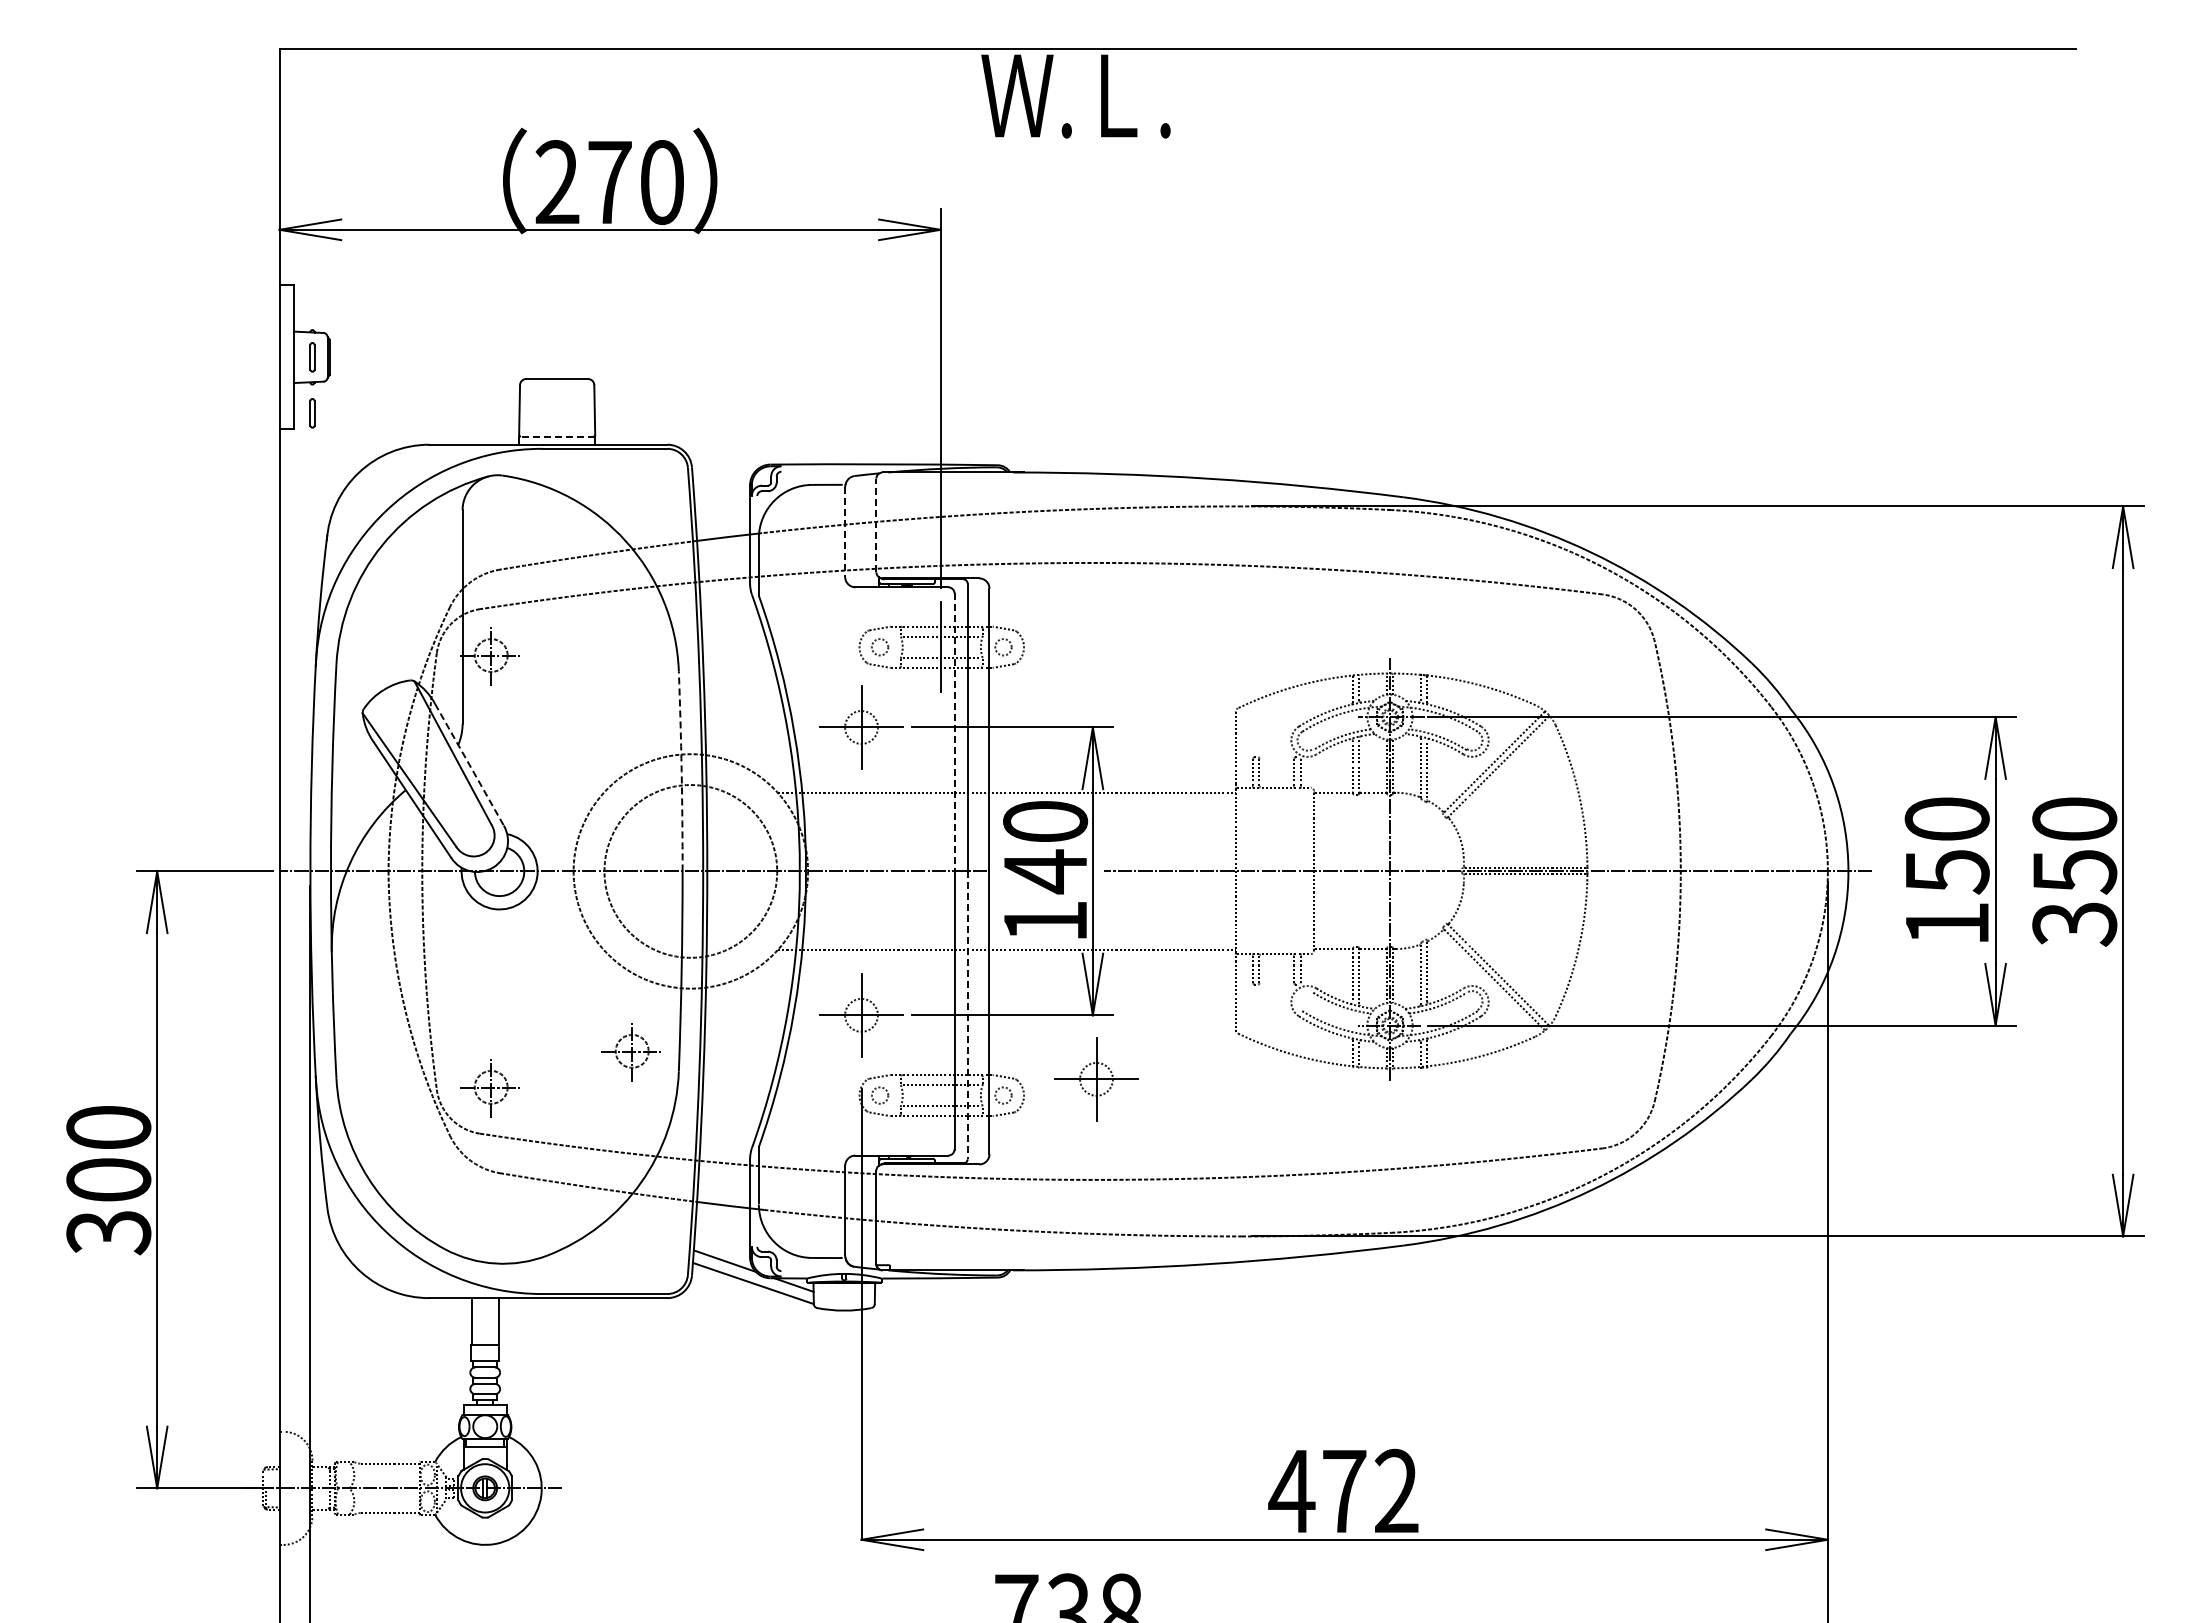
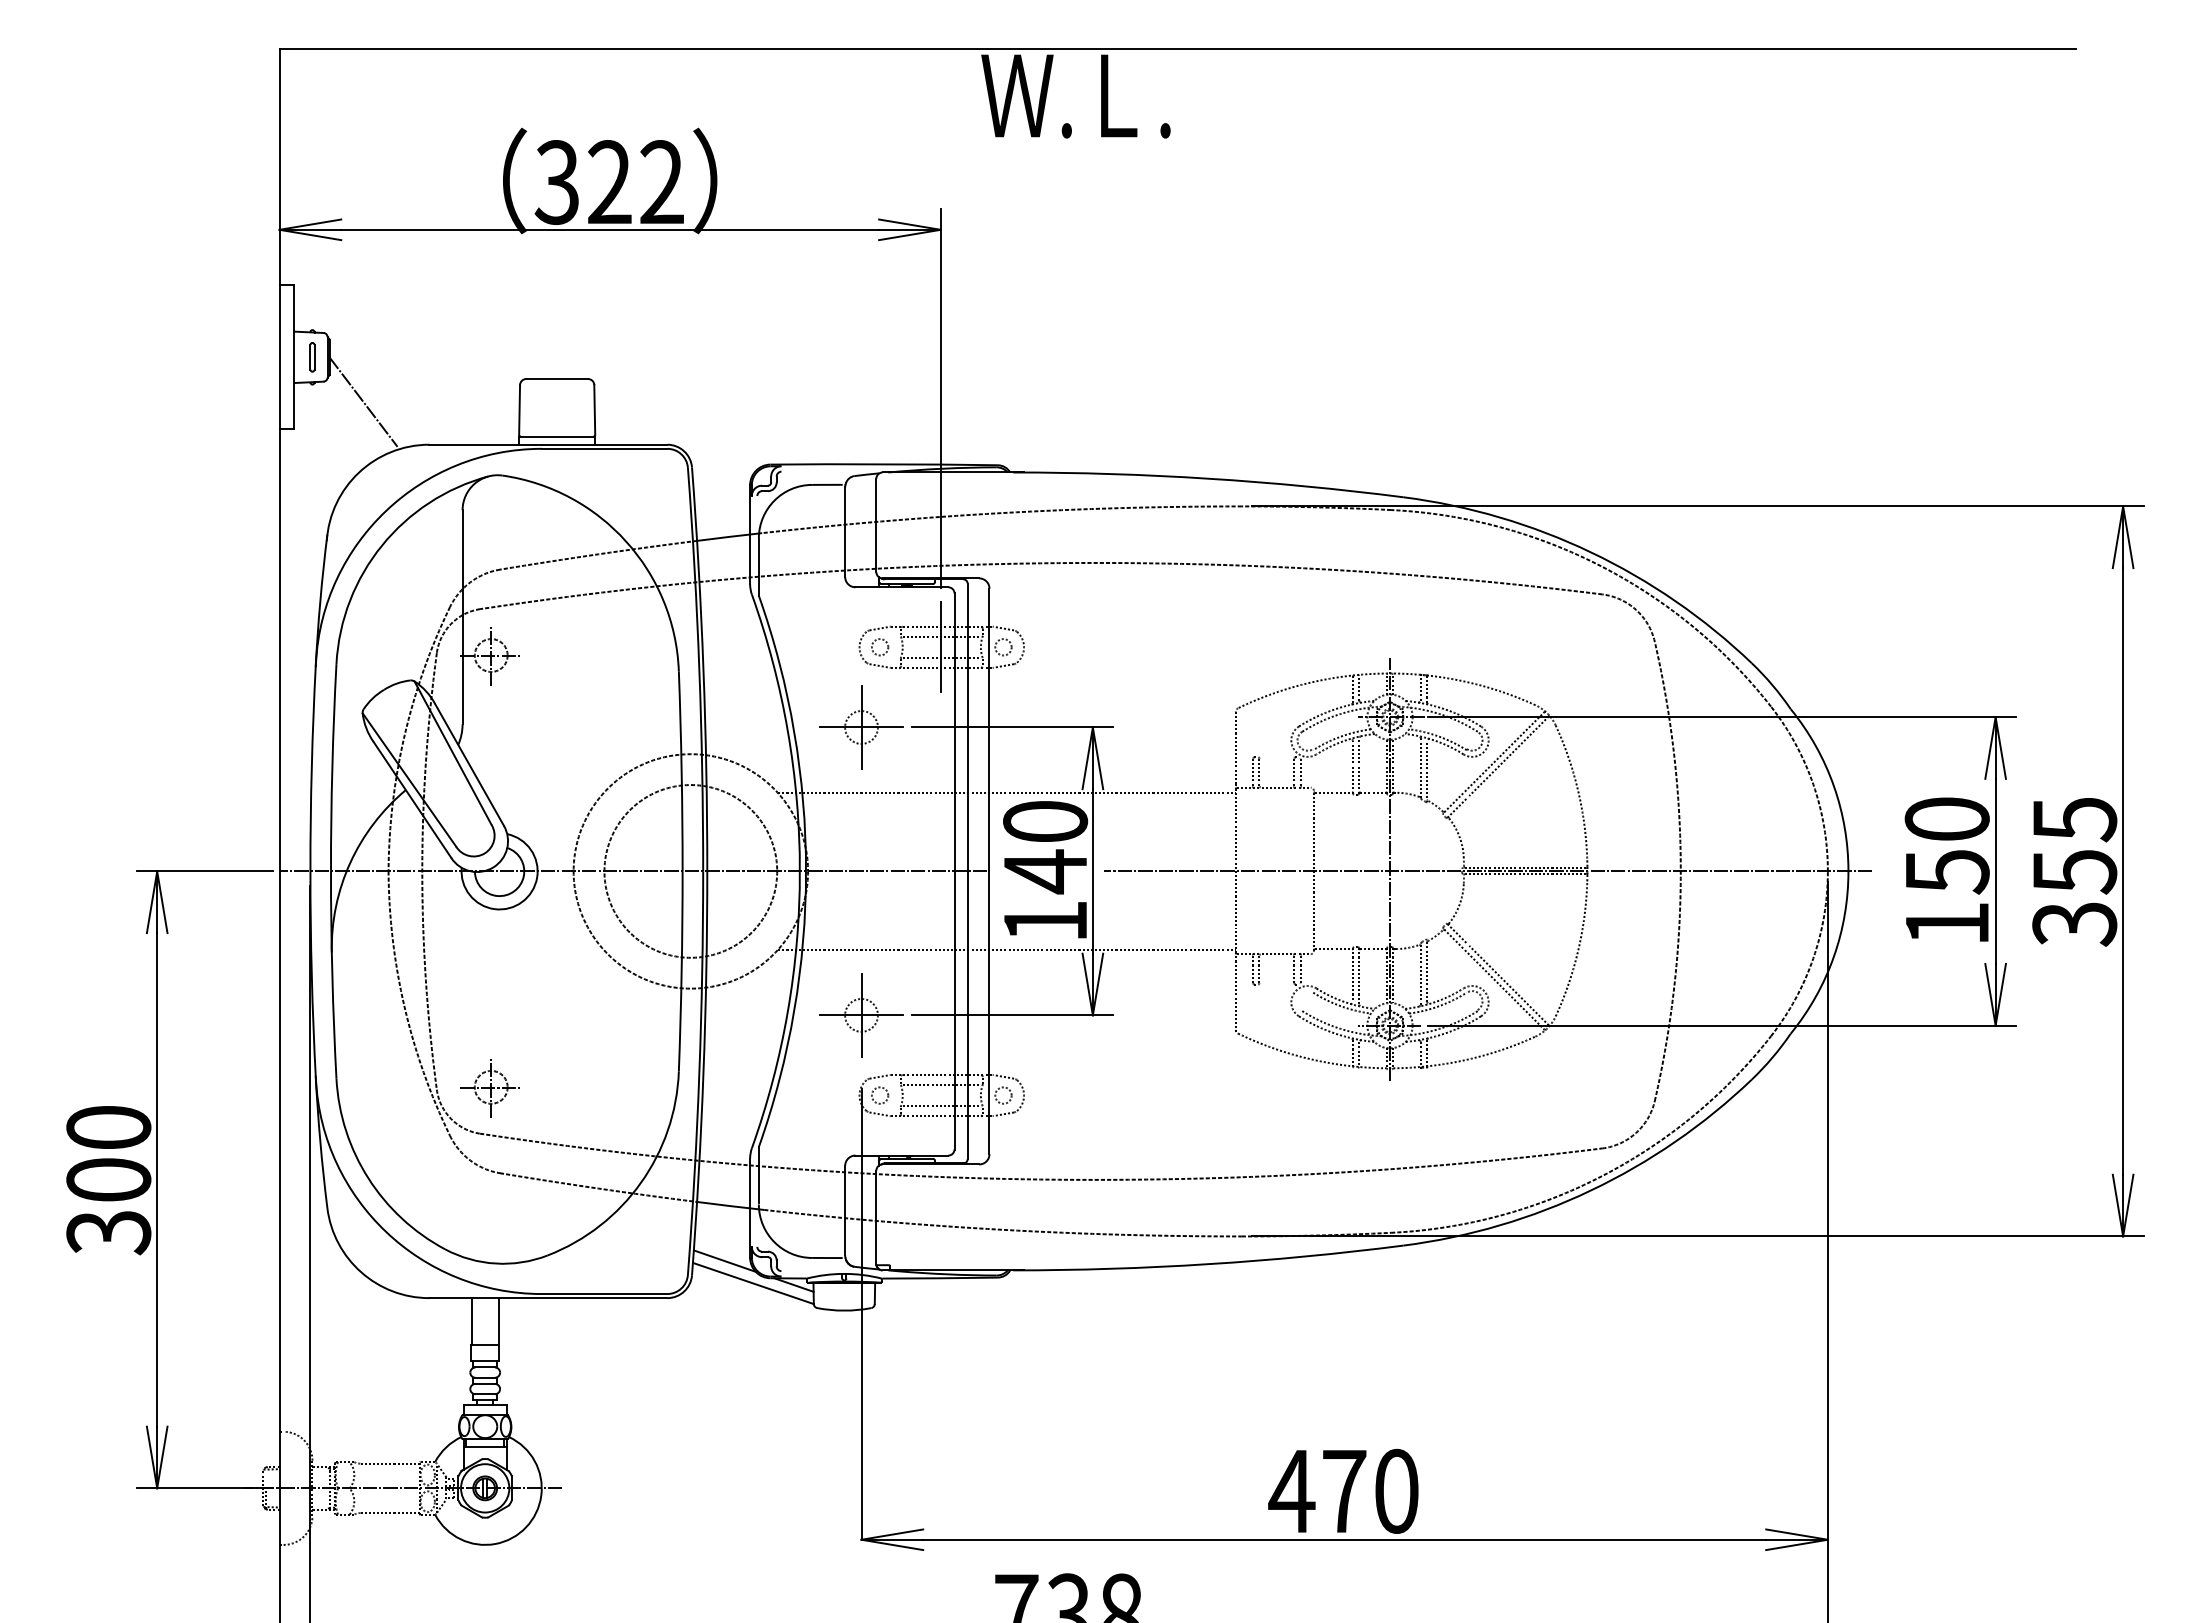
text at (608, 182): 270 -> 322
line at (363, 401): none -> present
part at (312, 413): present -> none
line at (556, 436): dashed -> solid
line at (876, 525): dashed -> solid
line at (845, 532): dashed -> solid
line at (954, 732): dashed -> solid
line at (469, 764): dashed -> solid
arc at (681, 771): dashed -> solid
text at (2074, 819): 350 -> 355
line at (967, 1015): dashed -> solid
part at (630, 1052): present -> none
part at (1096, 1079): present -> none
text at (1396, 1490): 472 -> 470
